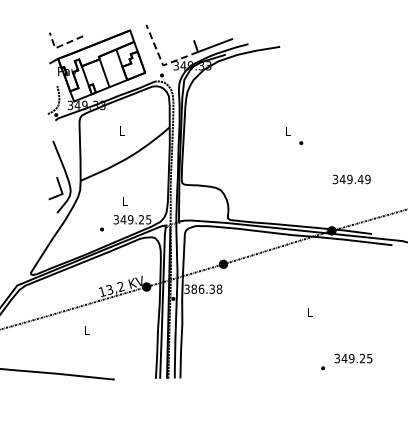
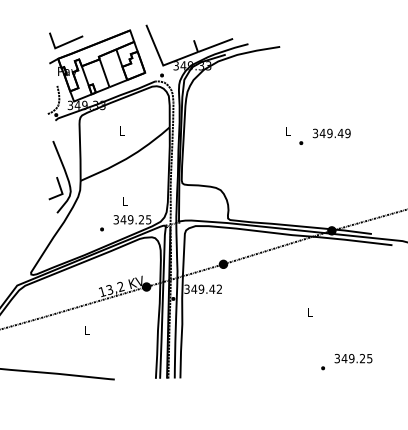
line at (60, 45): dashed -> solid
line at (162, 62): dashed -> solid
text at (351, 179) position: (351, 179) -> (331, 133)
text at (206, 288): 386.38 -> 349.42
